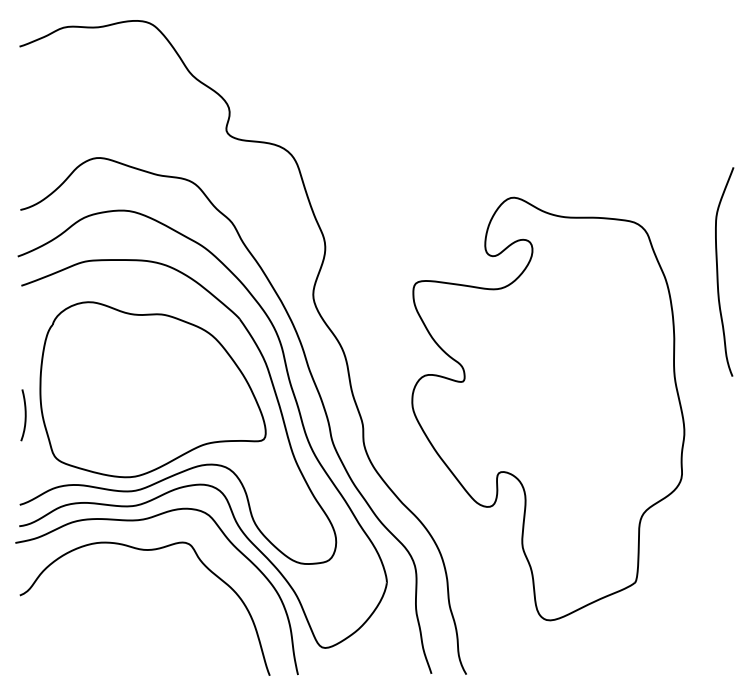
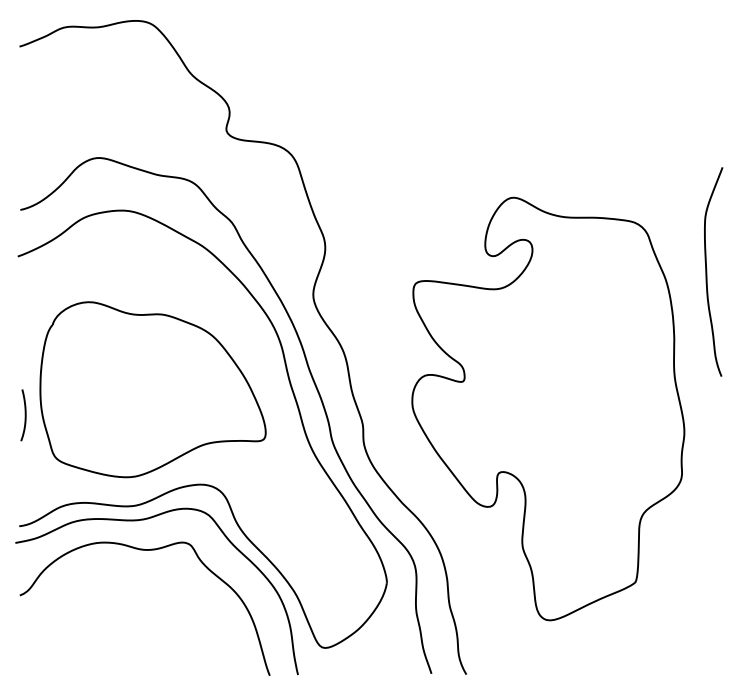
curve at (718, 271) position: (718, 271) -> (707, 271)
part at (196, 465): present -> none
